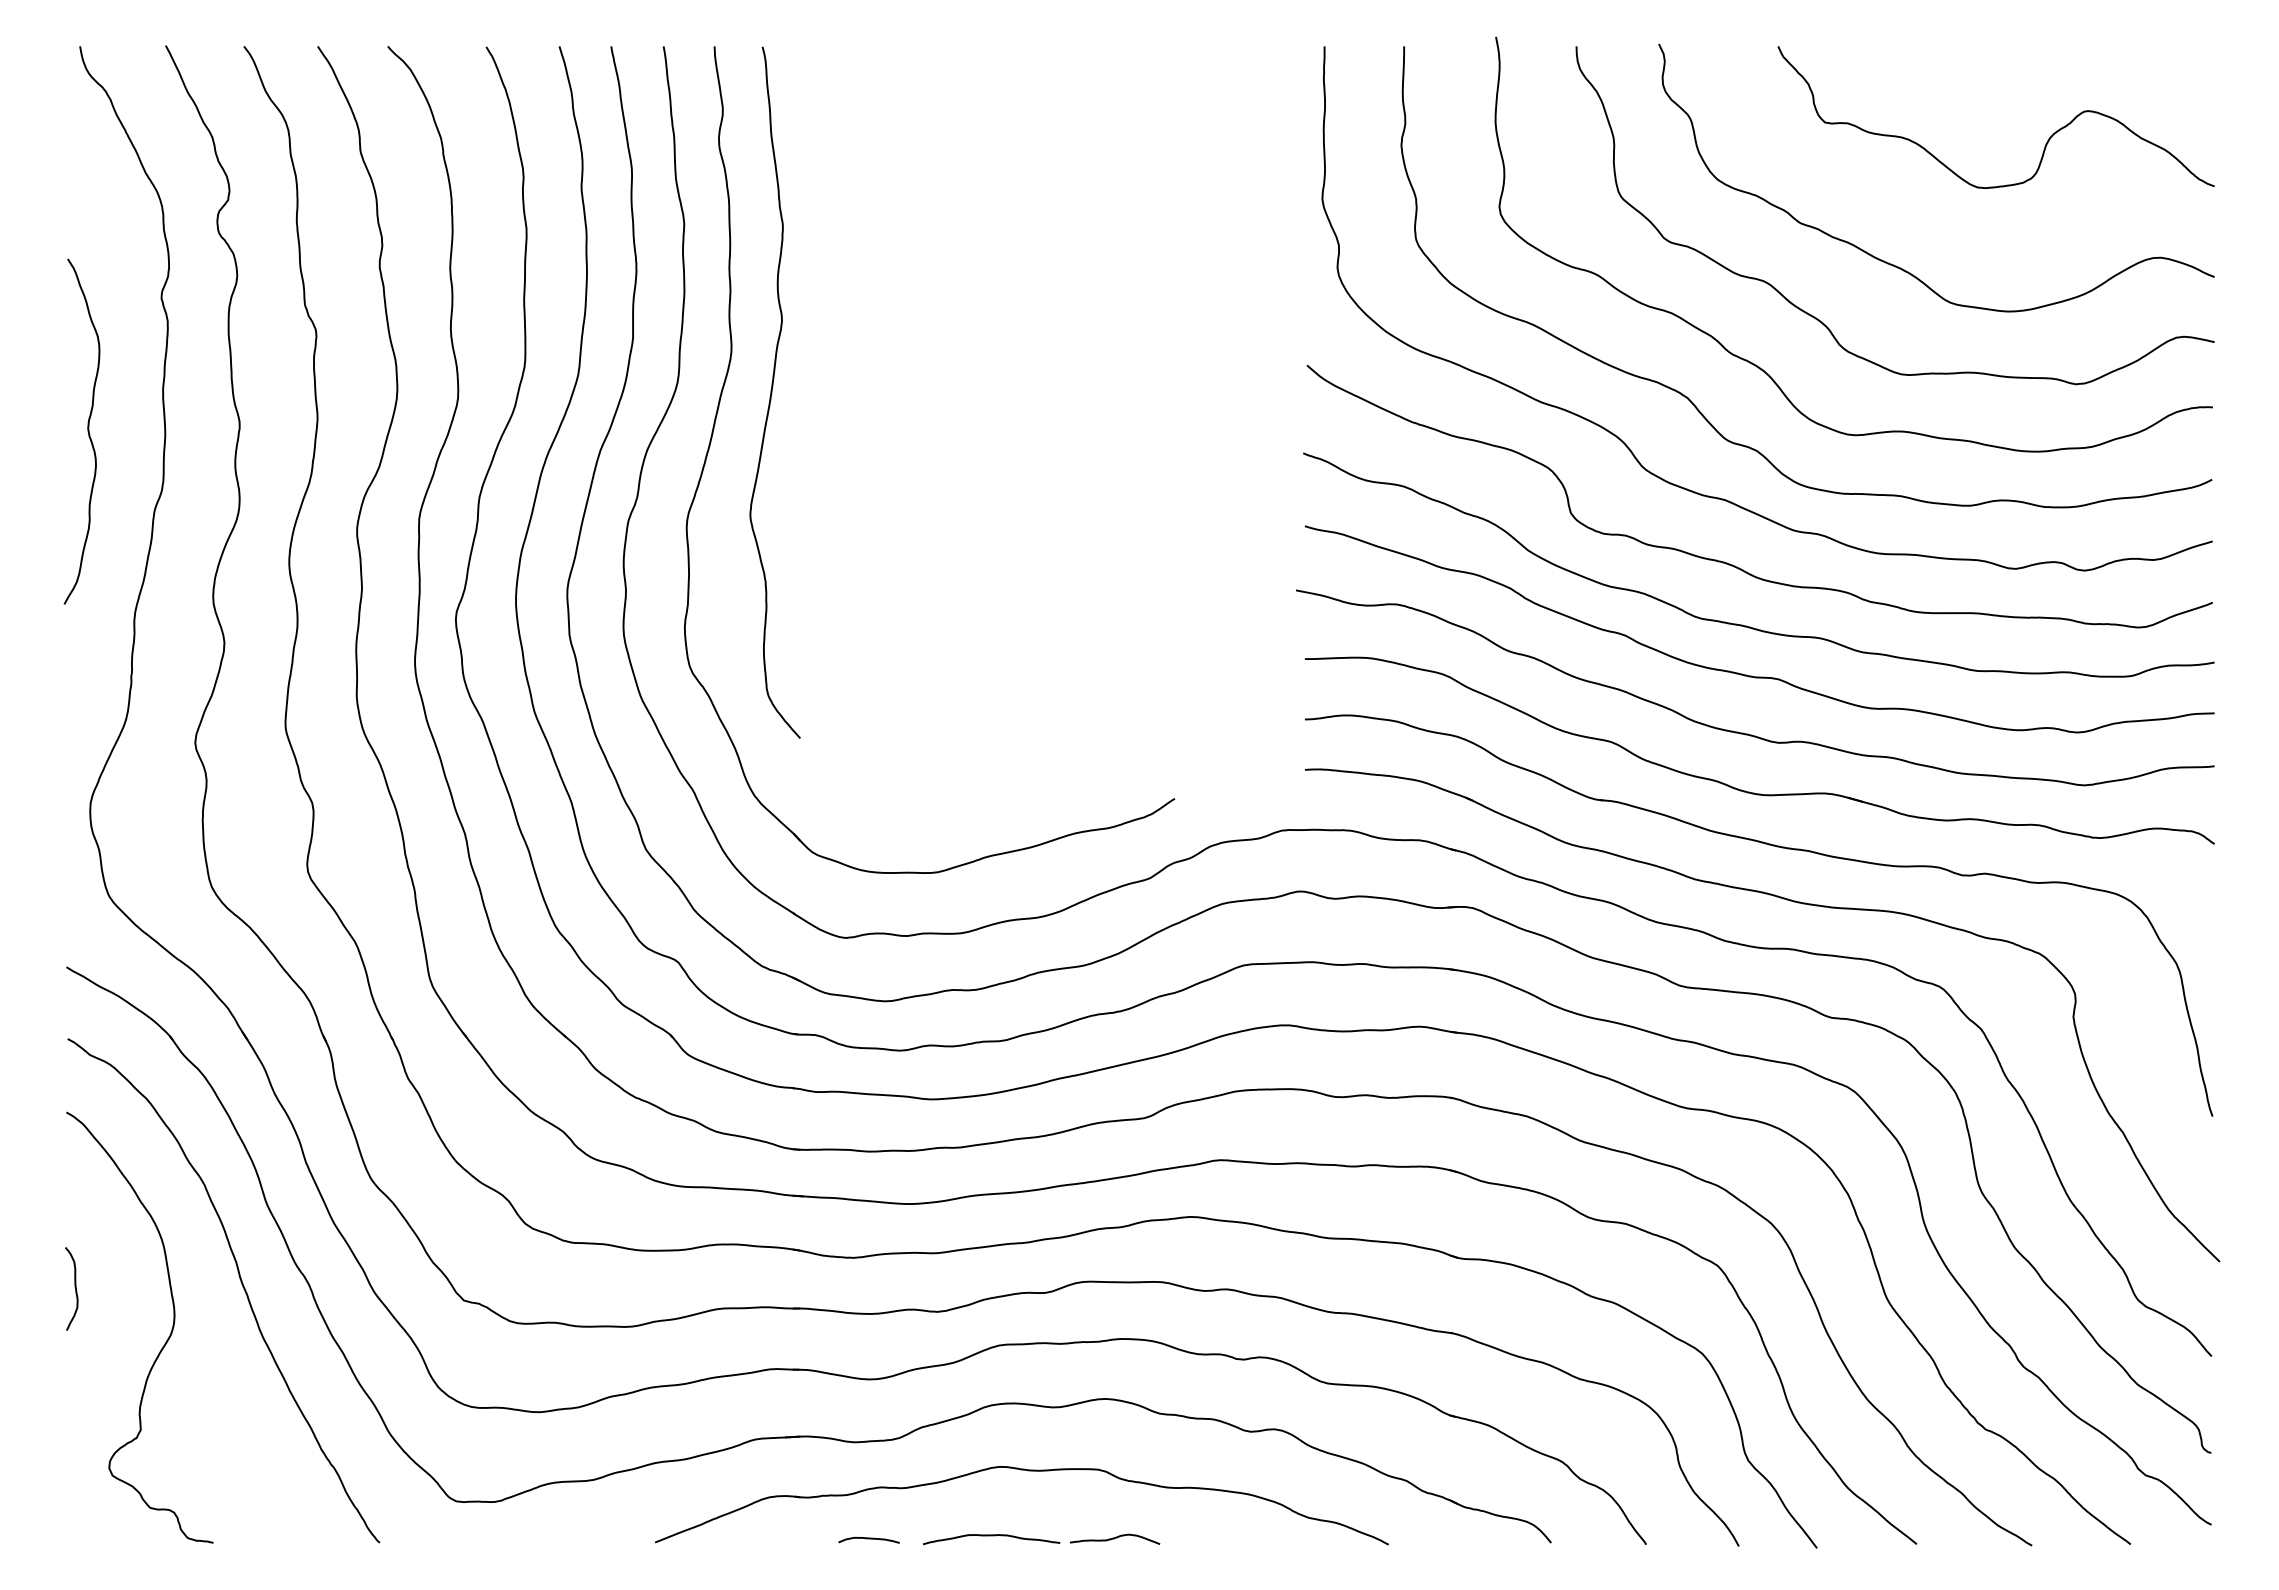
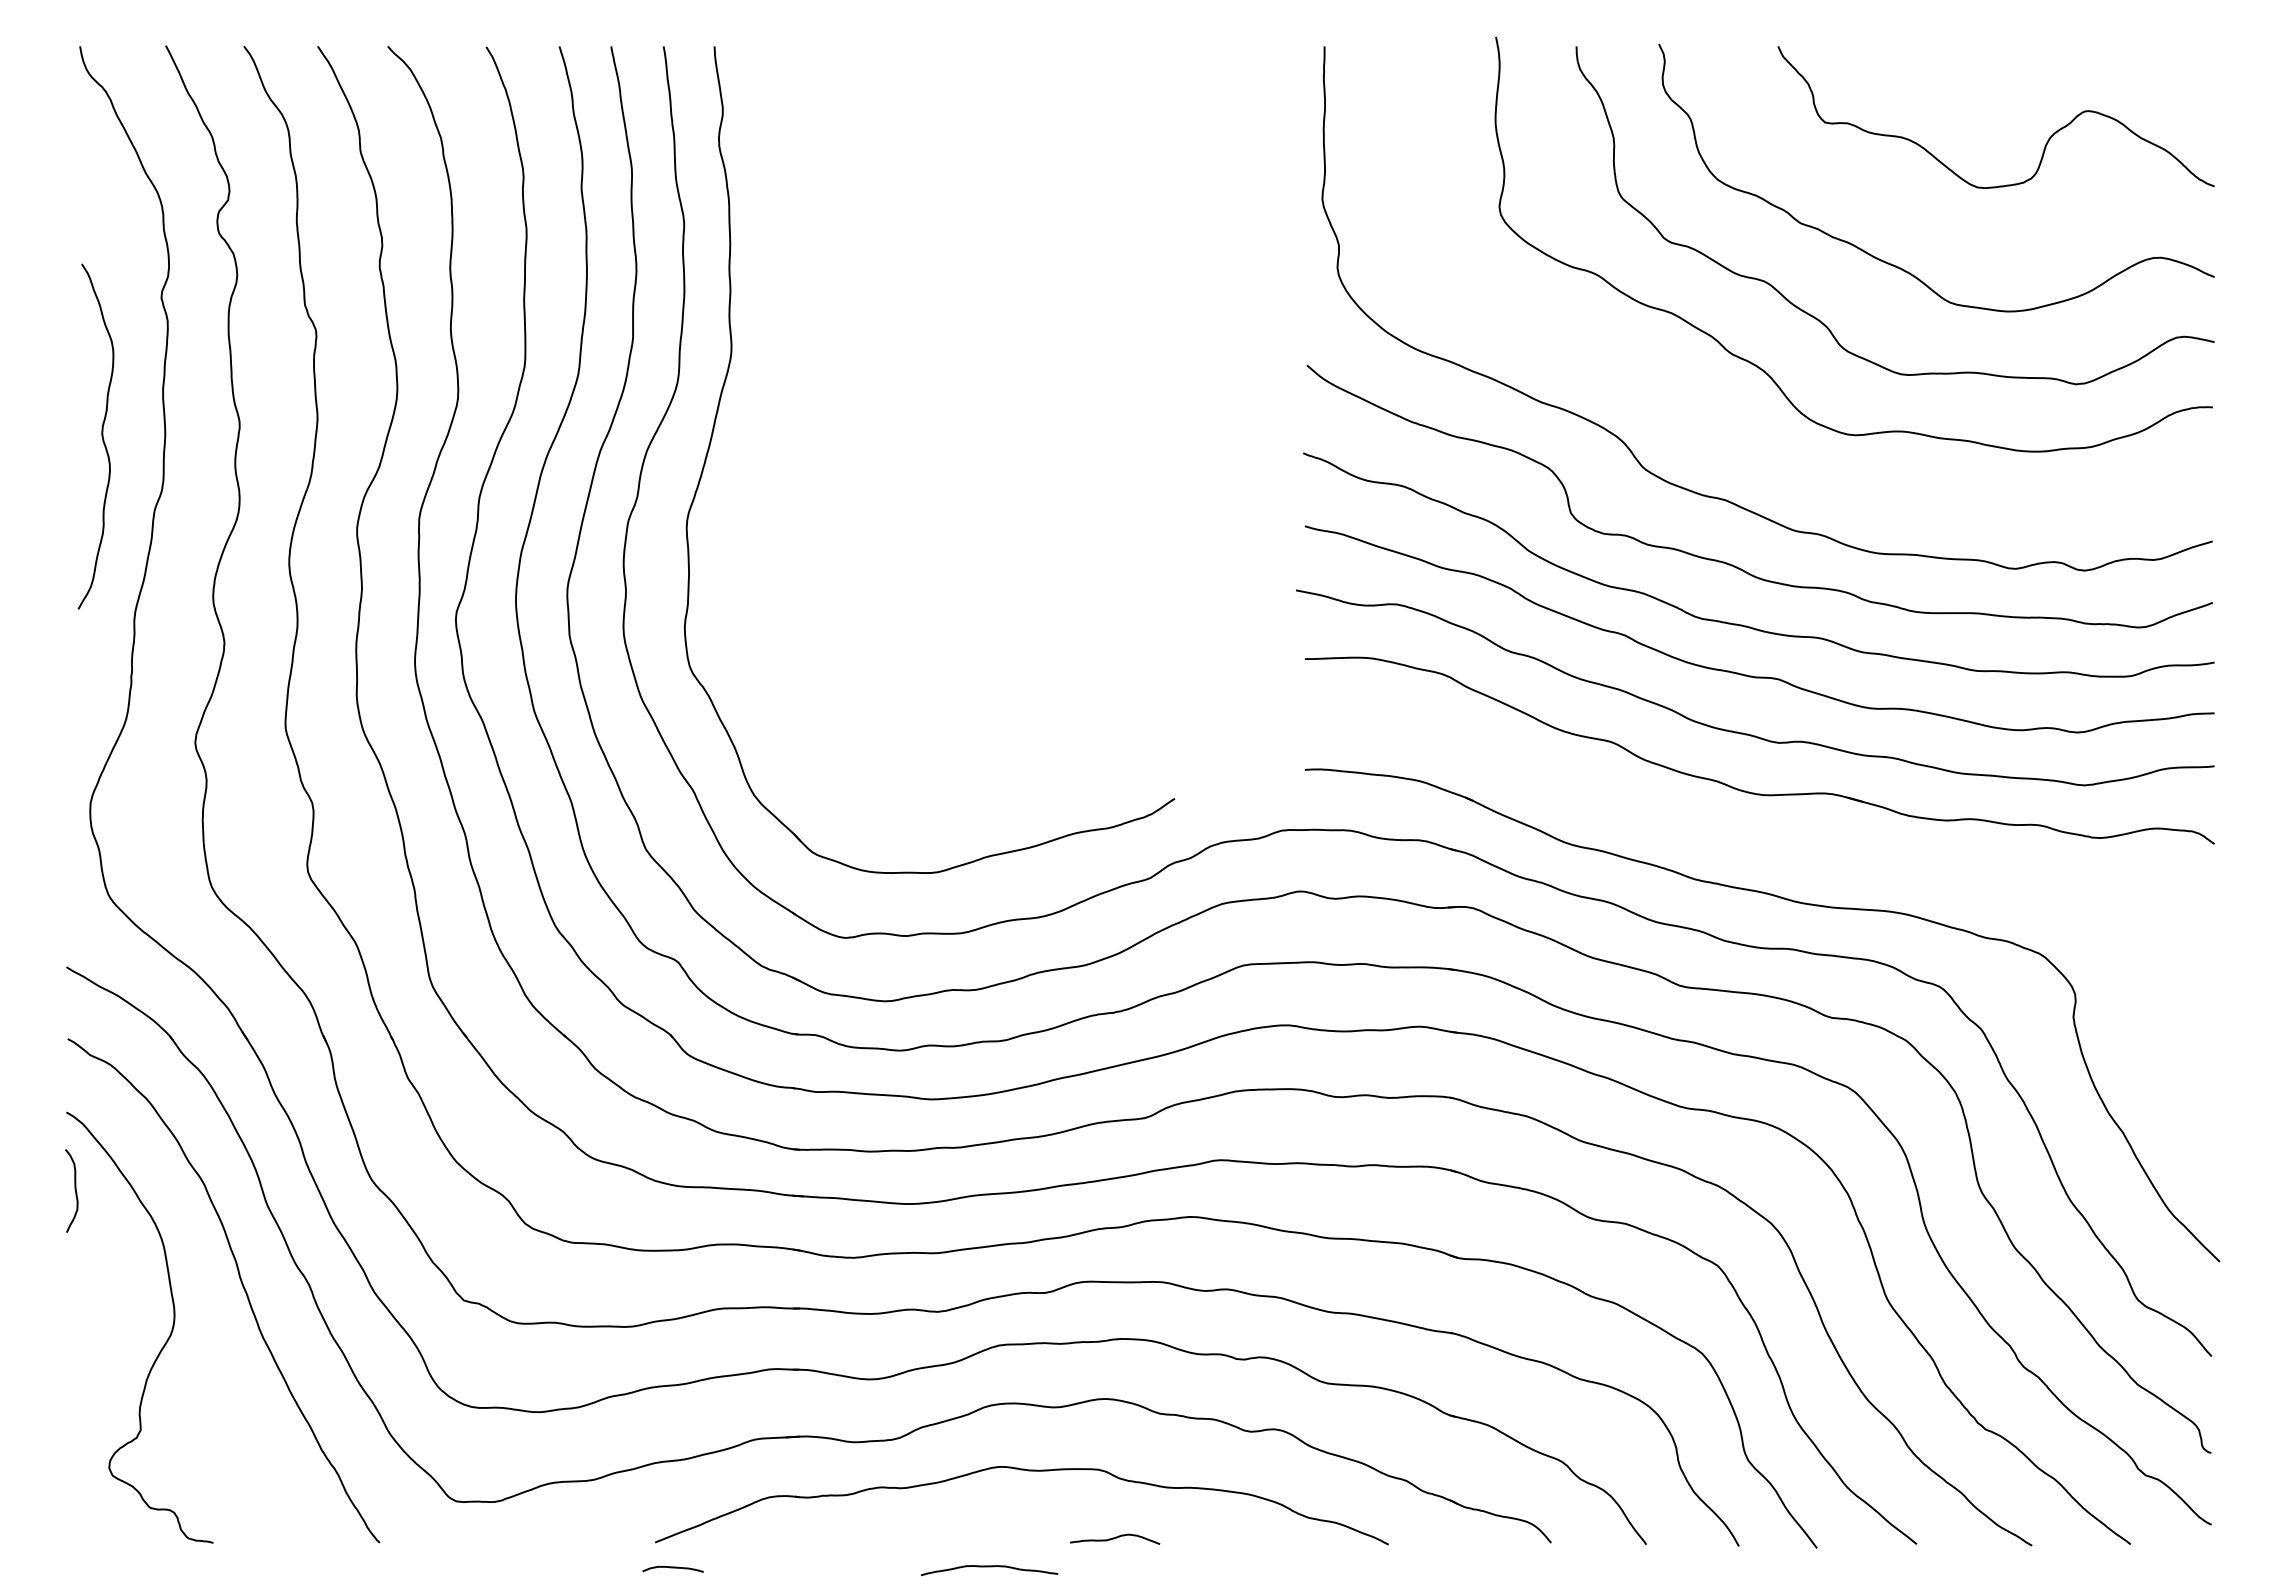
curve at (772, 392): present -> none
curve at (1687, 396): present -> none
curve at (87, 431) position: (87, 431) -> (101, 436)
part at (1772, 846): present -> none
curve at (74, 1287) position: (74, 1287) -> (74, 1189)
curve at (991, 1536) position: (991, 1536) -> (989, 1567)
curve at (868, 1539) position: (868, 1539) -> (672, 1568)
